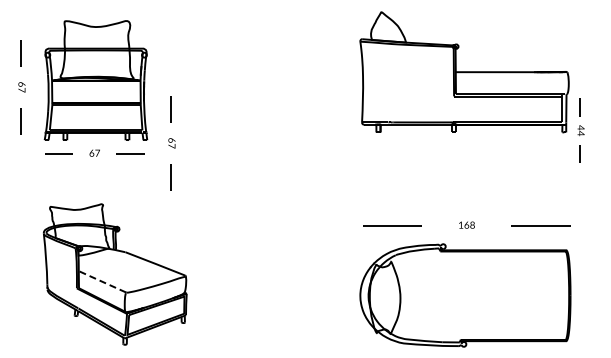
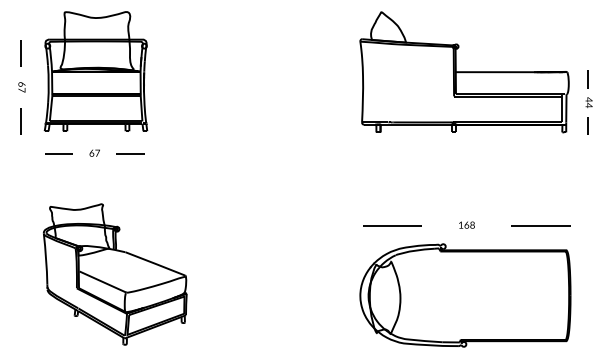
part at (95, 80) position: (95, 80) -> (95, 71)
part at (580, 130) position: (580, 130) -> (588, 102)
part at (171, 143): present -> none
line at (102, 282): dashed -> solid
